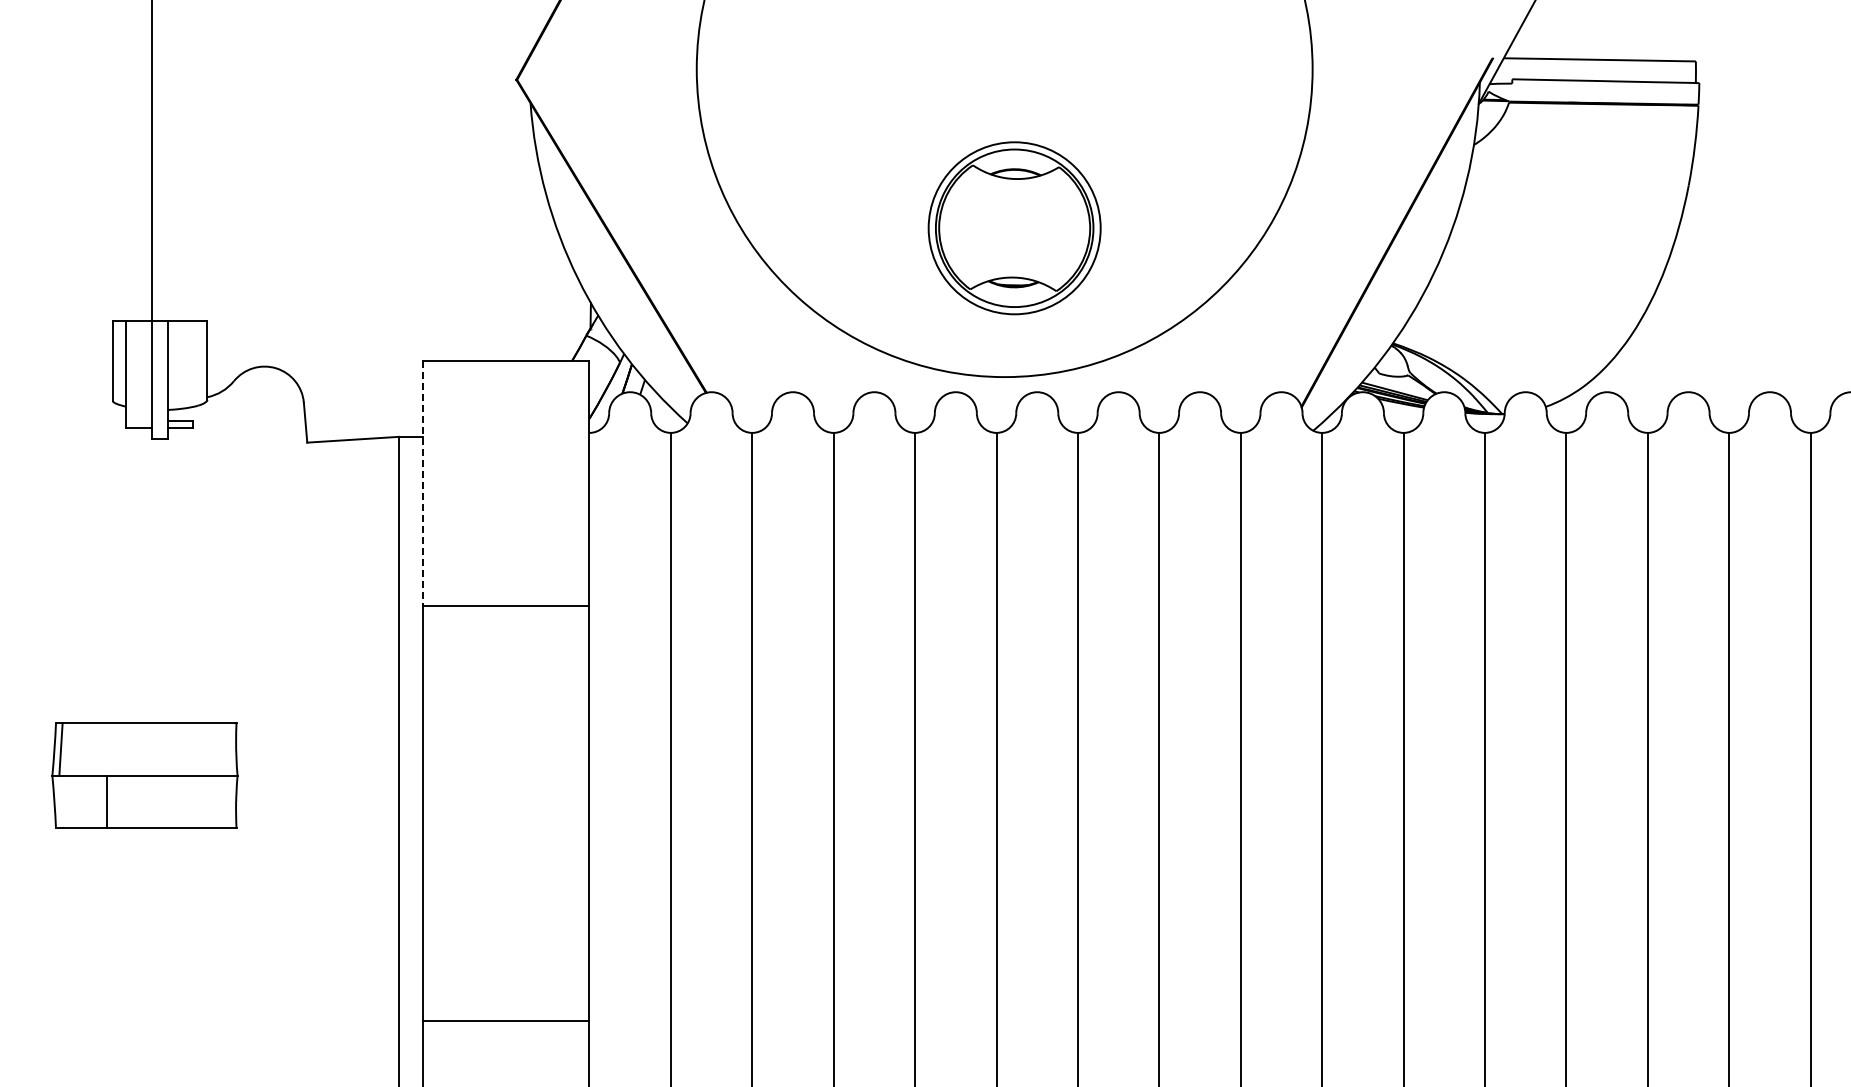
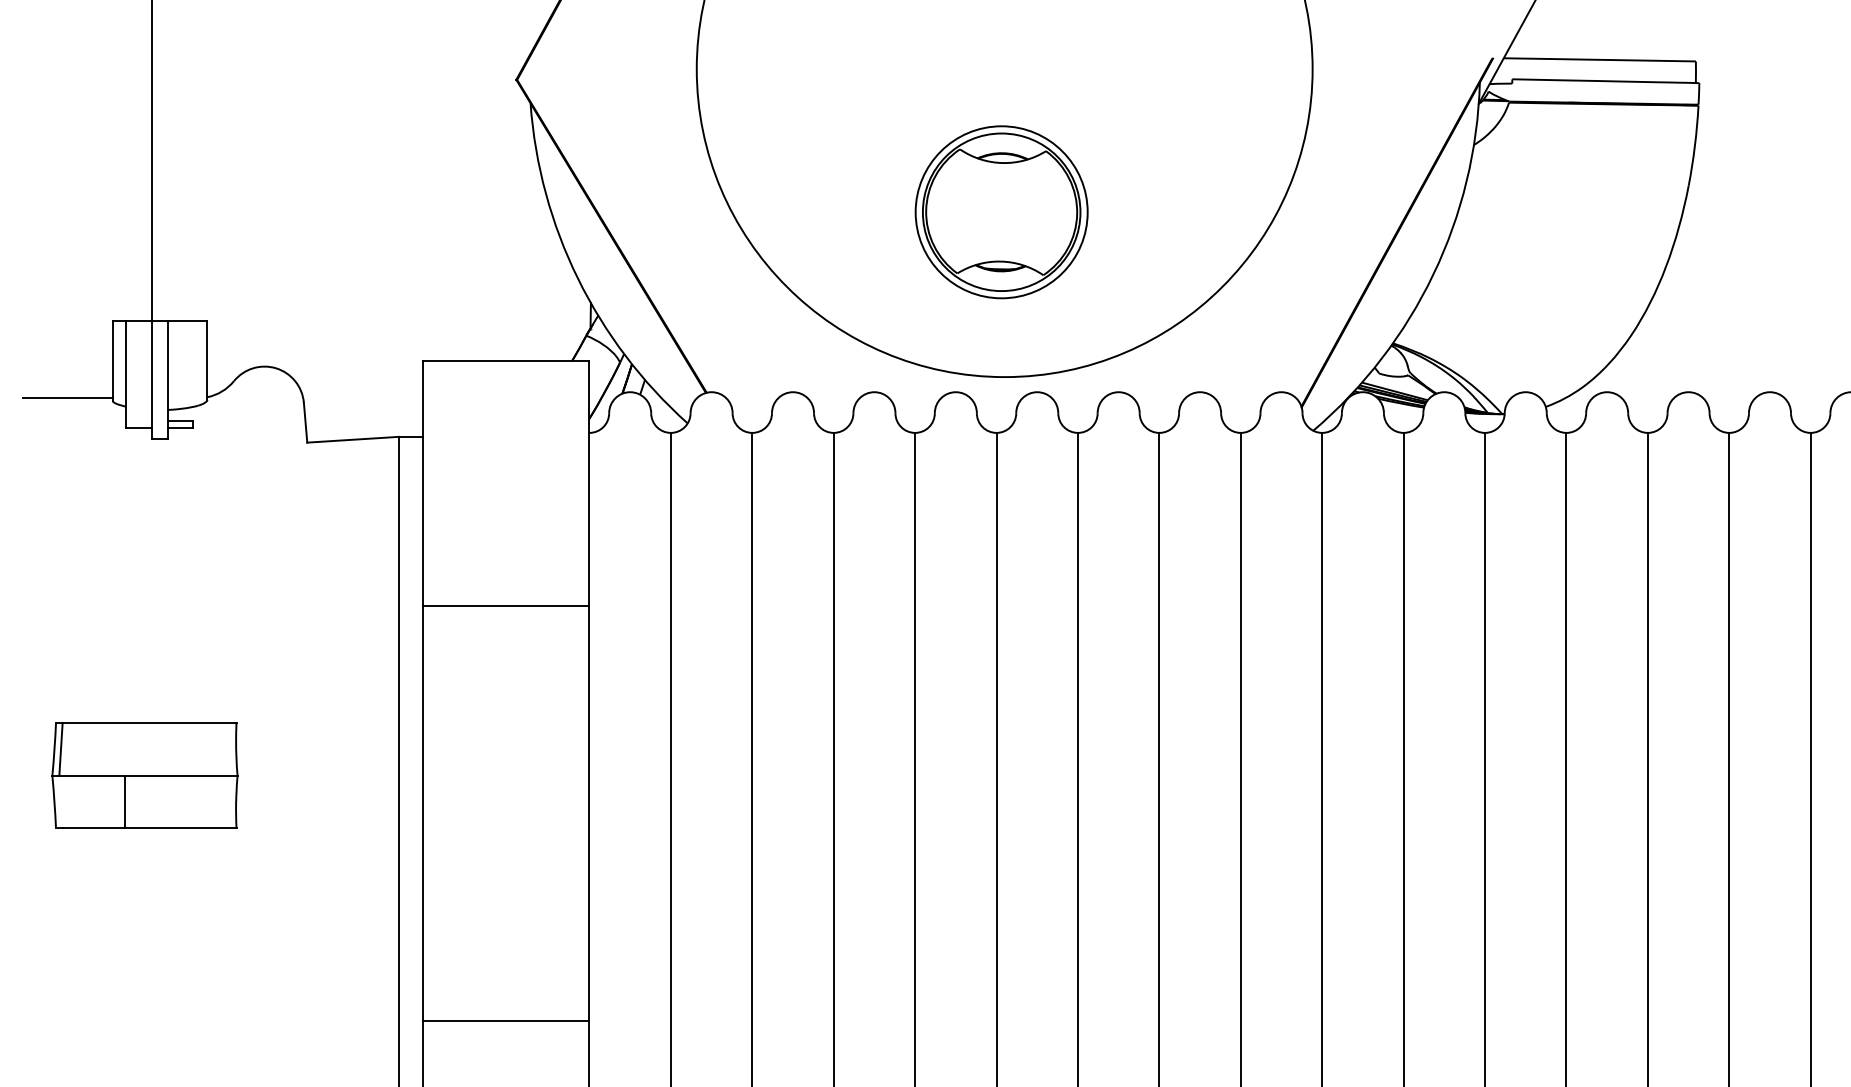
part at (1014, 228) position: (1014, 228) -> (1001, 212)
line at (67, 398): none -> present
line at (422, 483): dashed -> solid
line at (106, 801) position: (106, 801) -> (124, 801)
